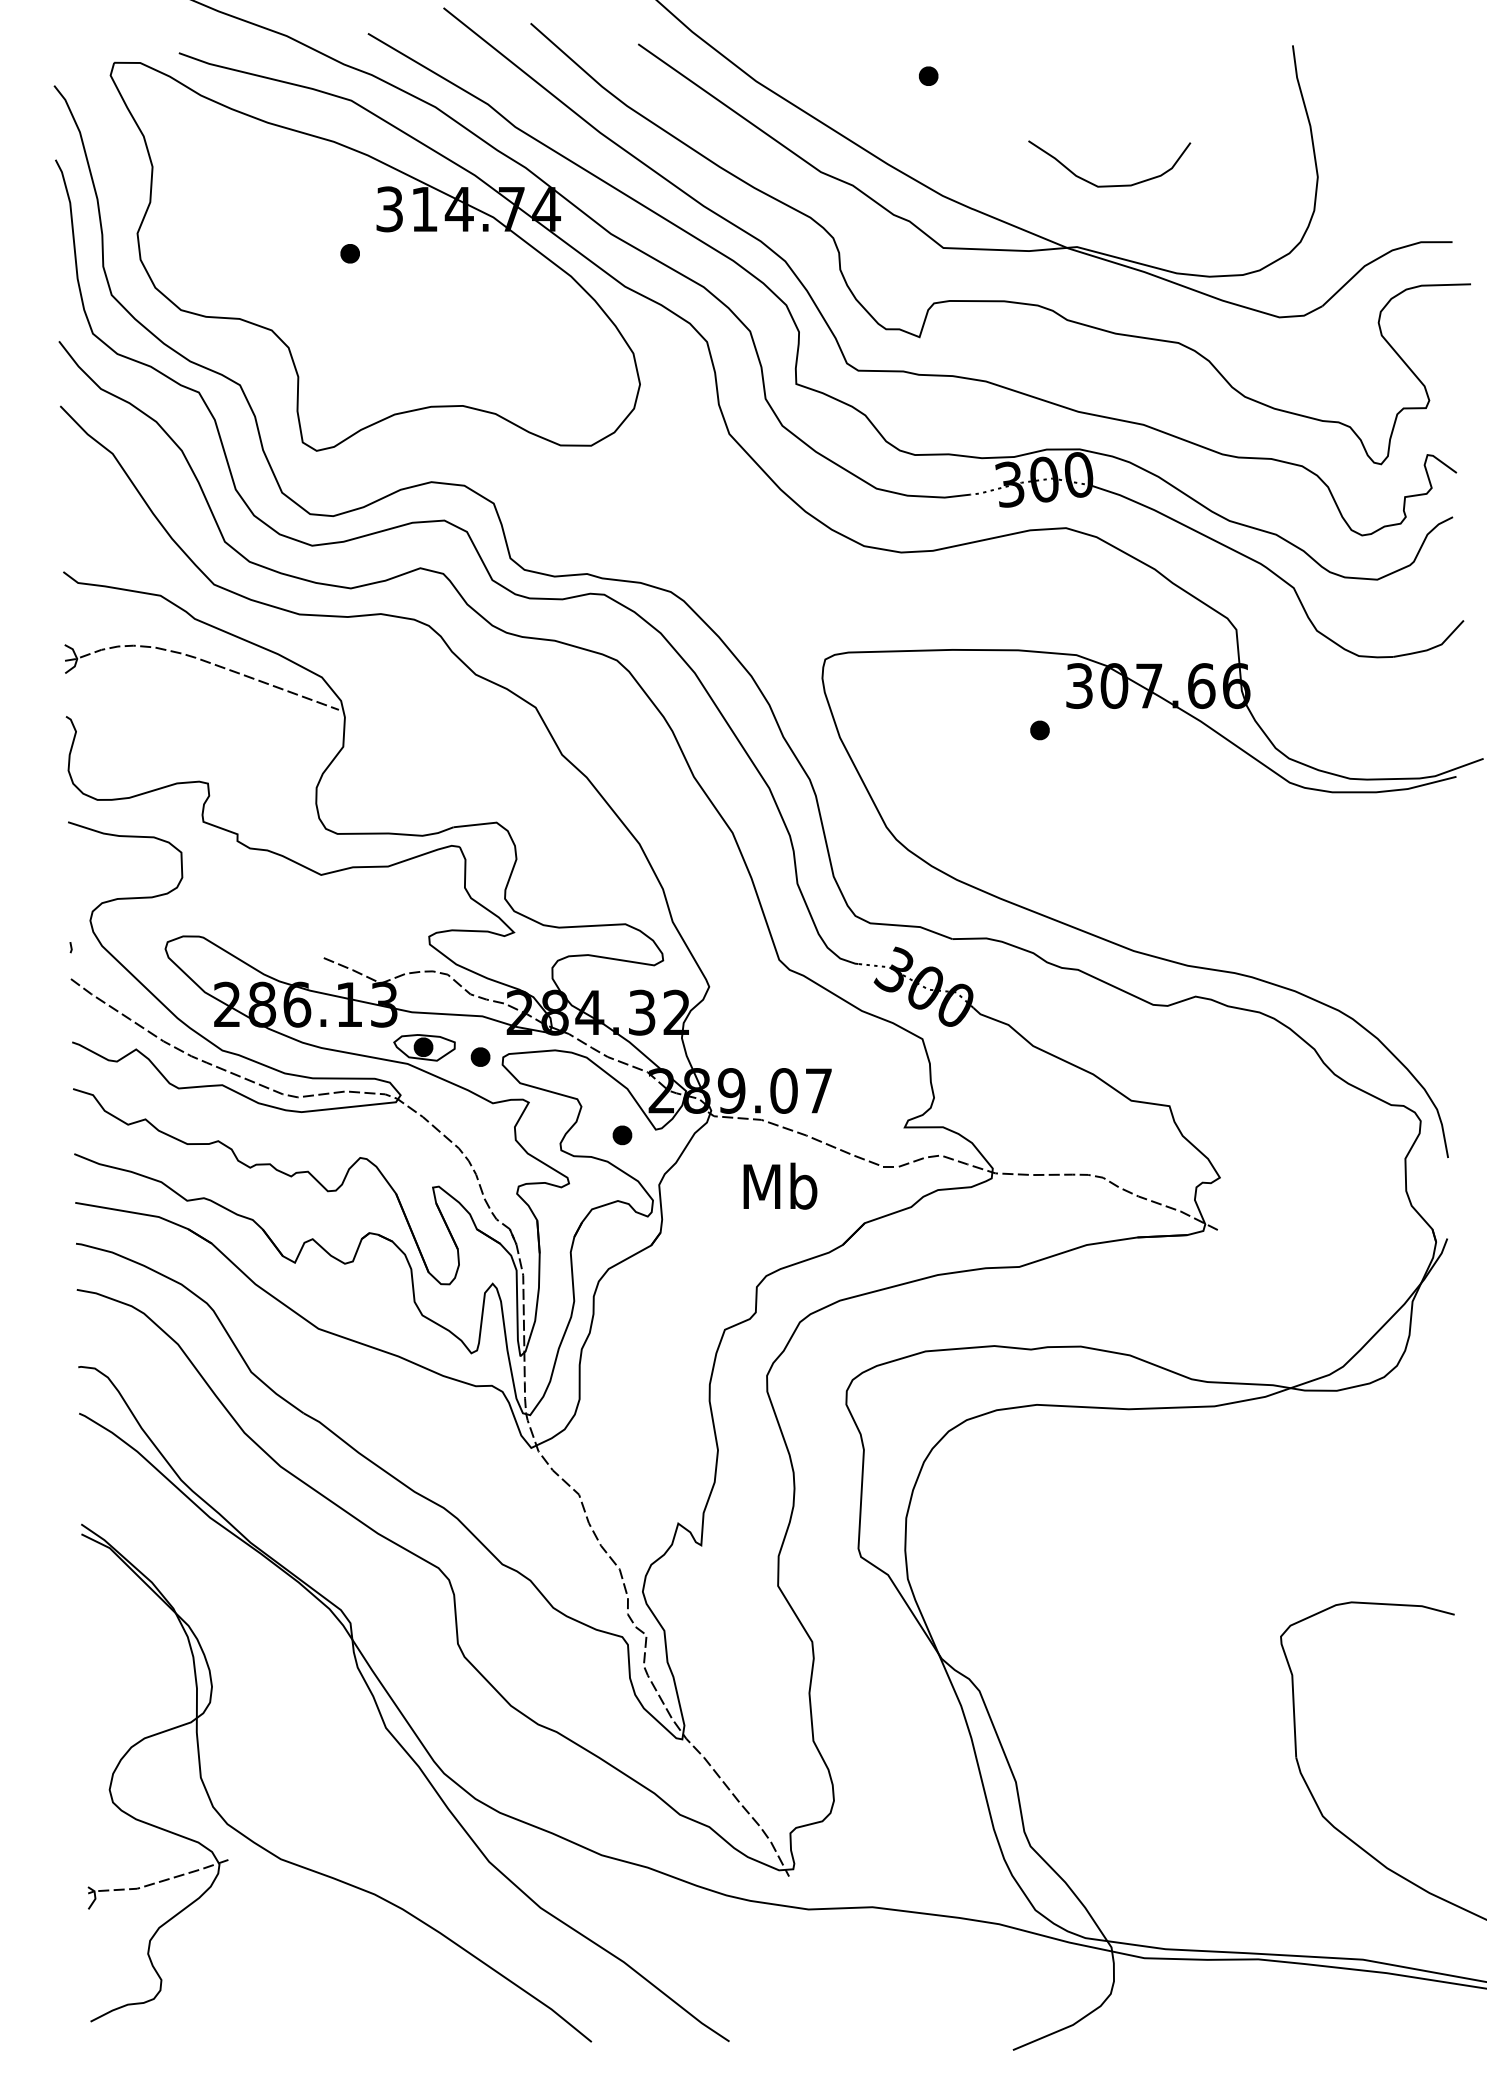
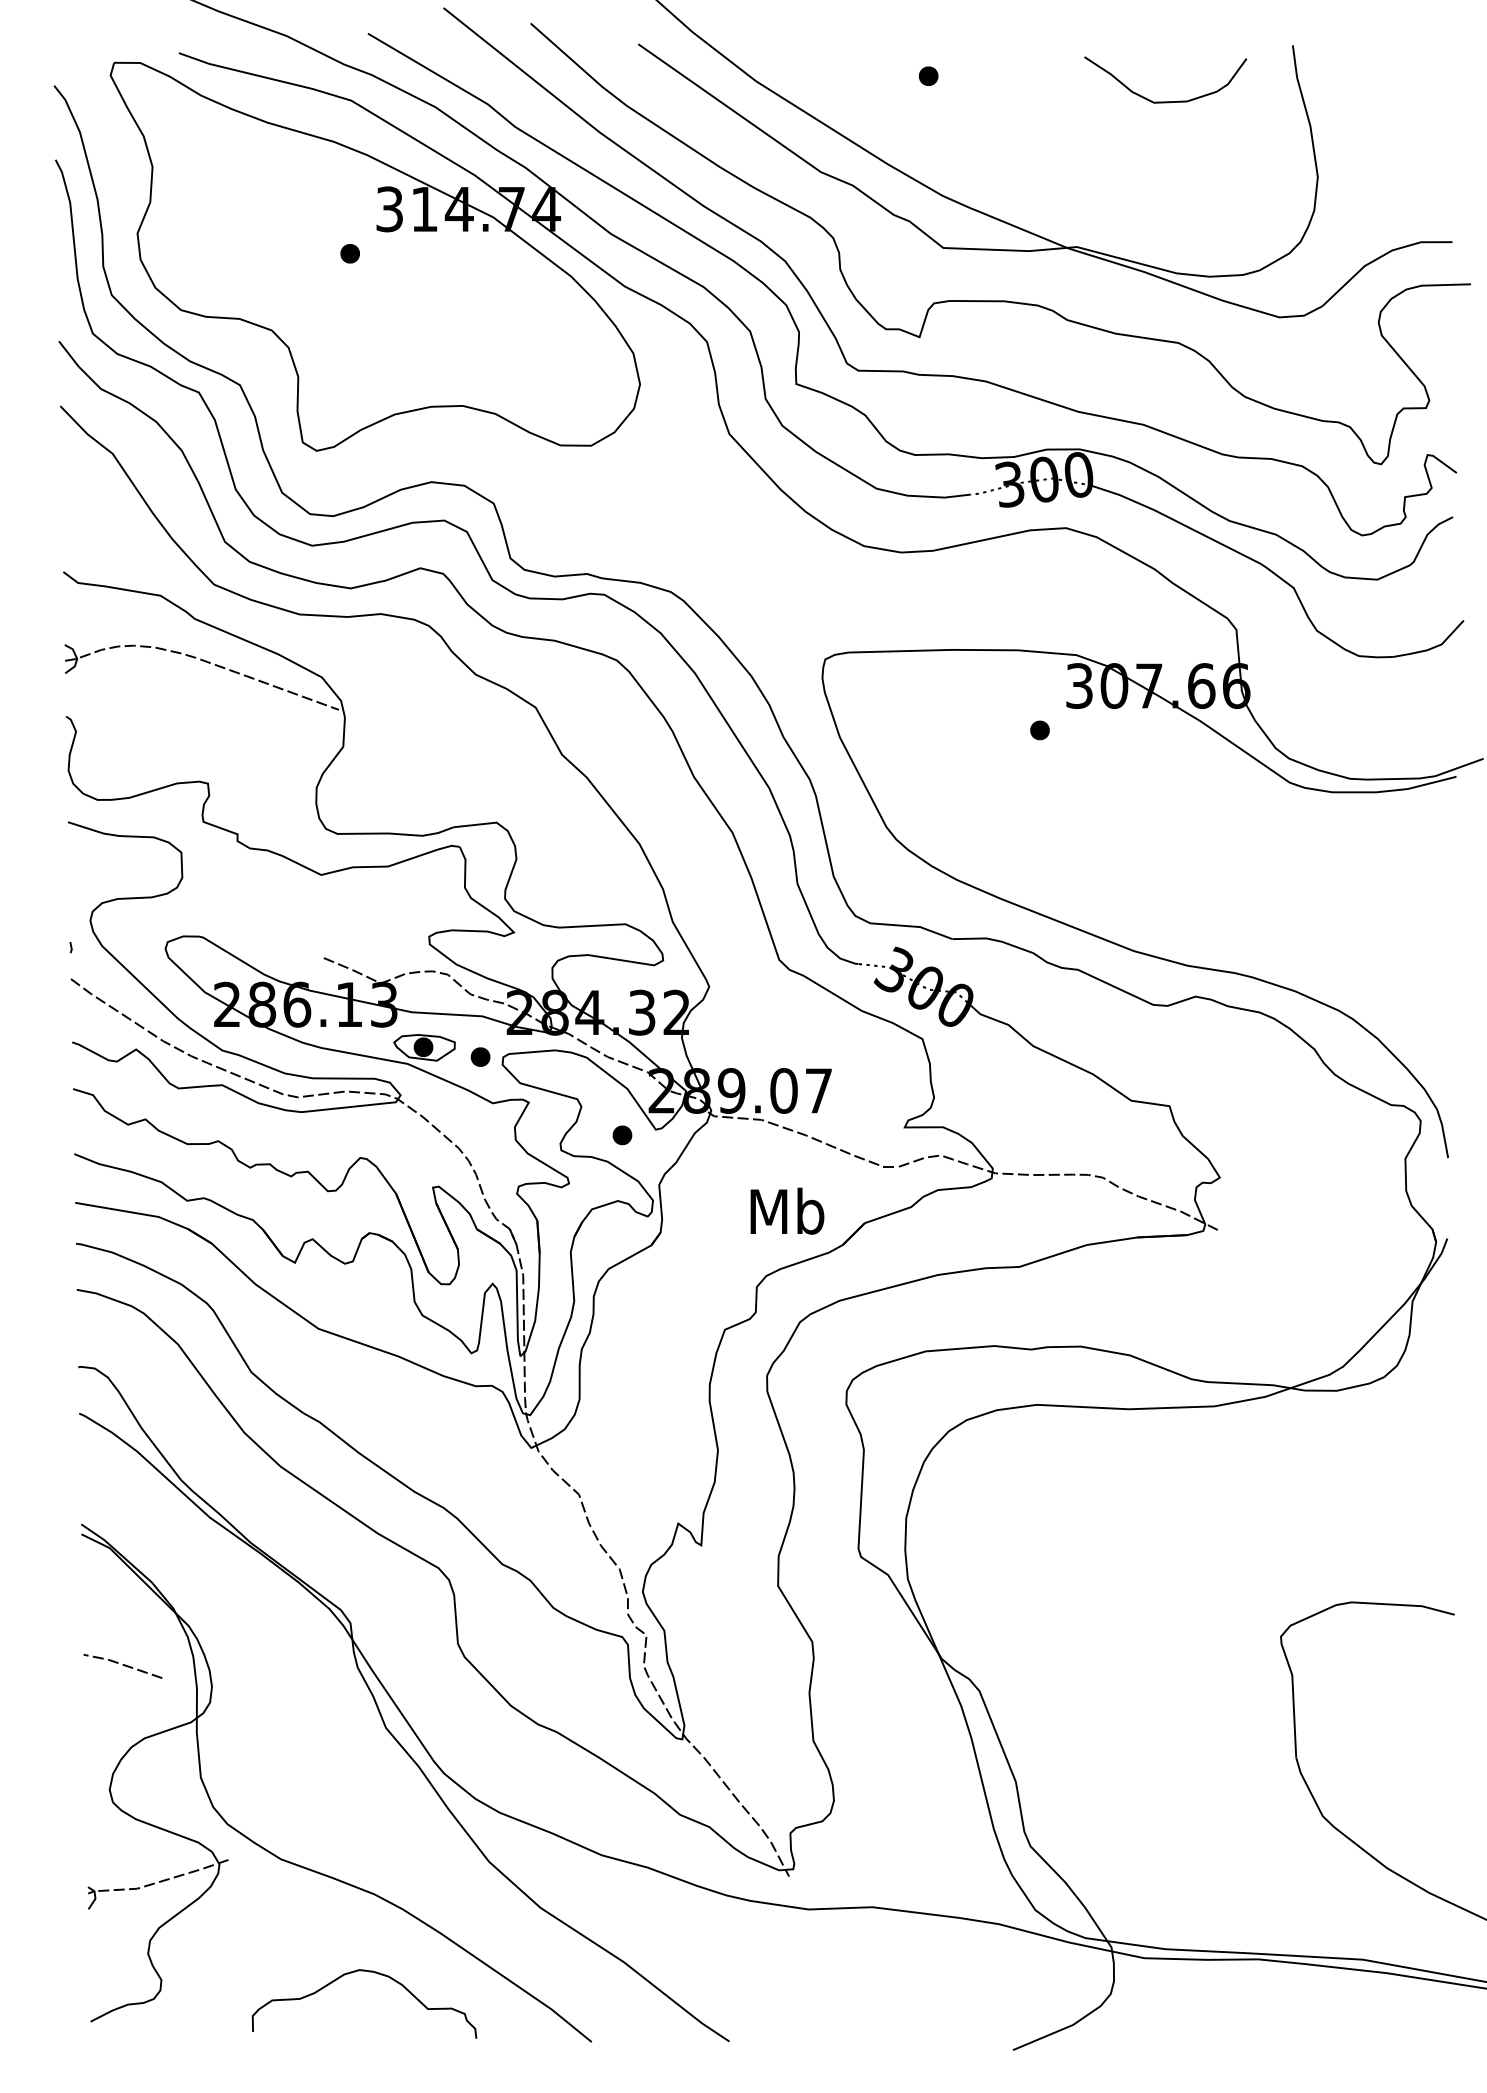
curve at (1109, 185) position: (1109, 185) -> (1165, 101)
text at (780, 1185) position: (780, 1185) -> (787, 1210)
line at (122, 1665): none -> present
curve at (368, 1972): none -> present
